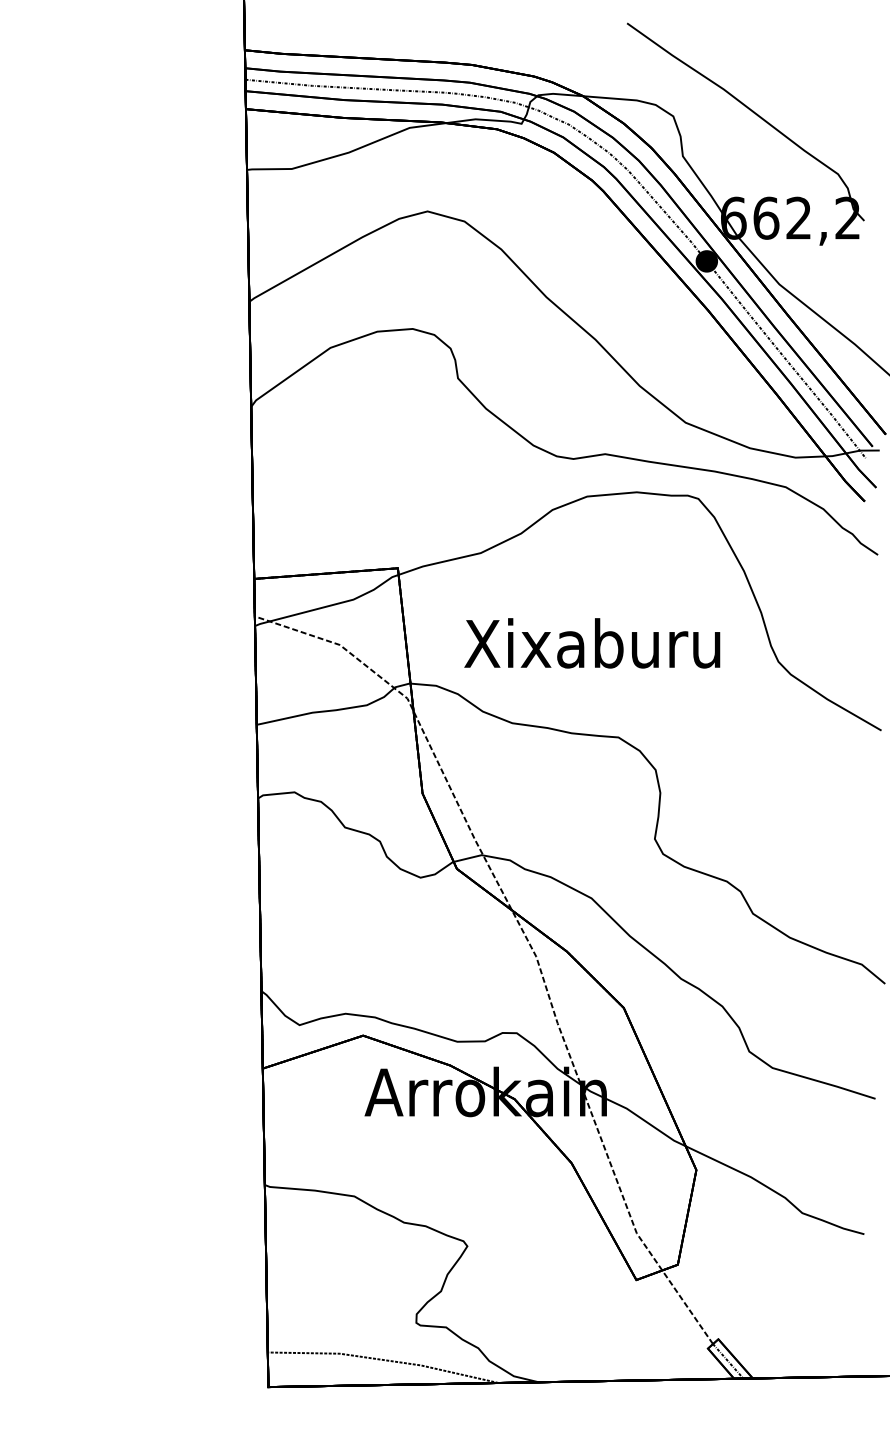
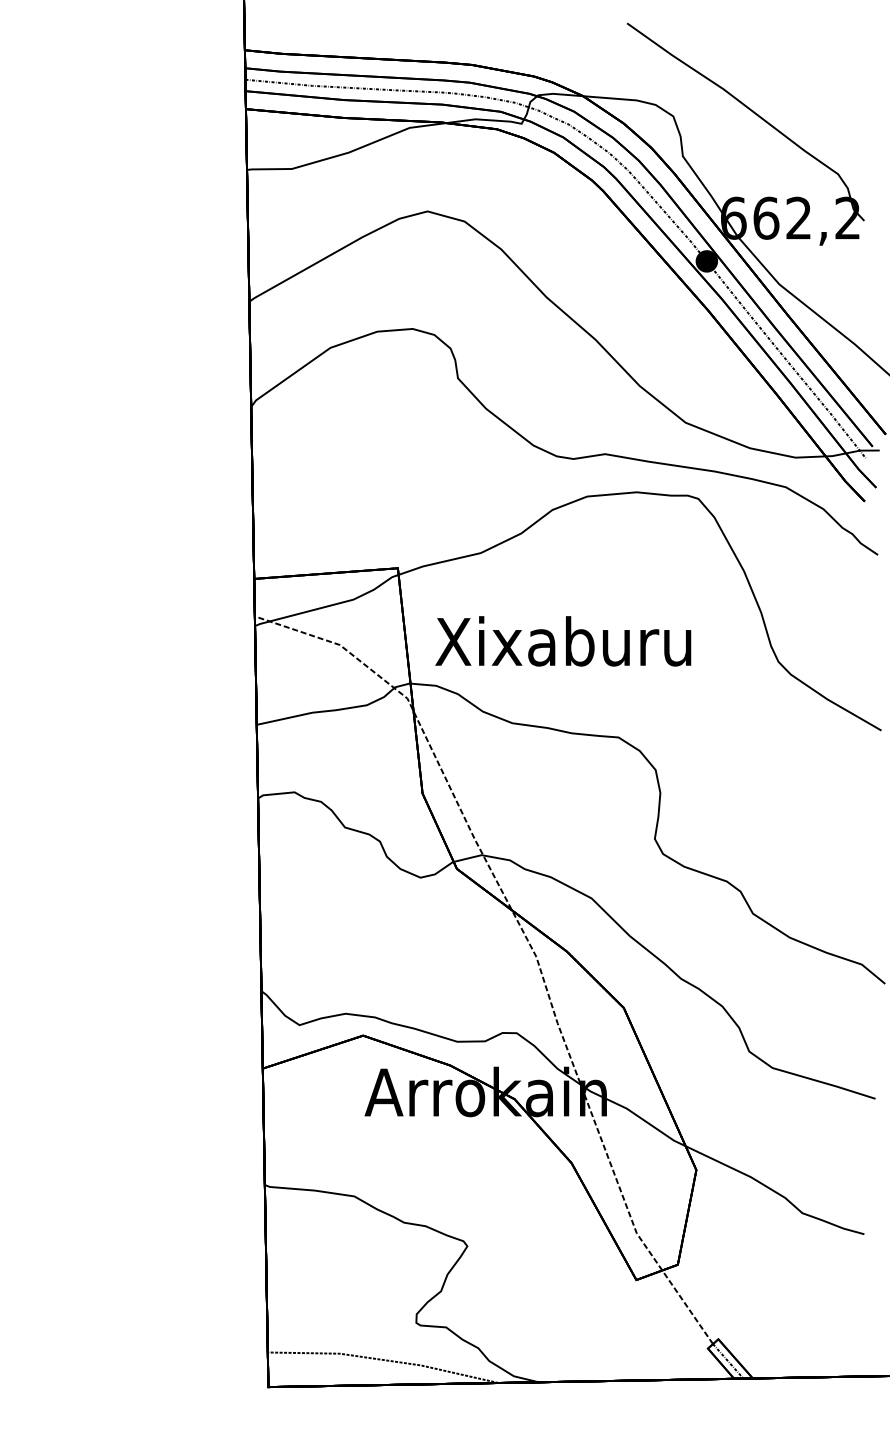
text at (592, 643) position: (592, 643) -> (563, 641)
